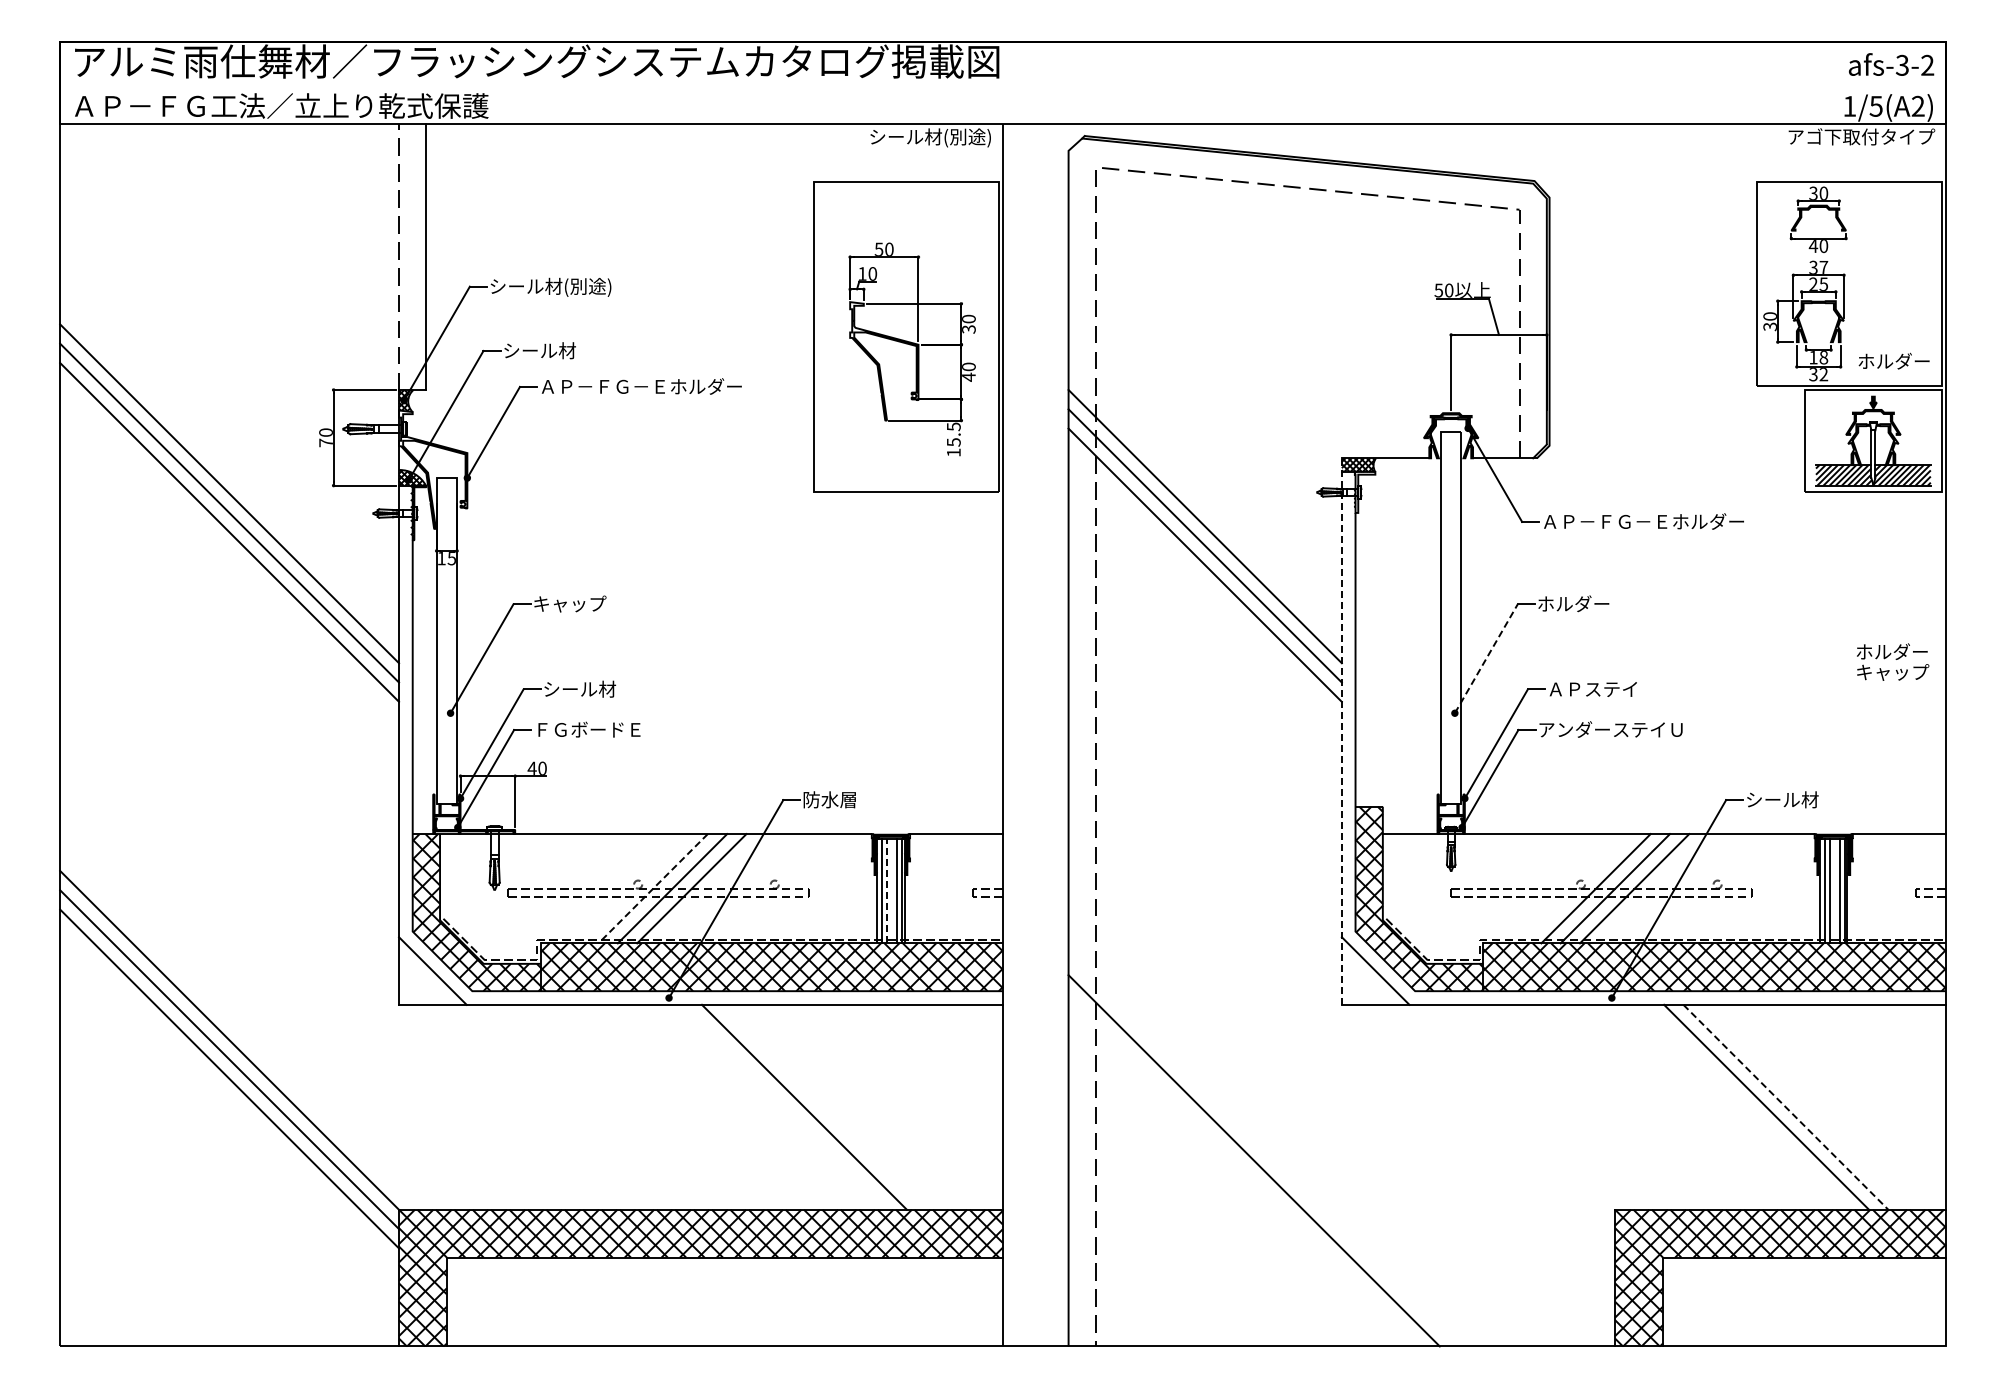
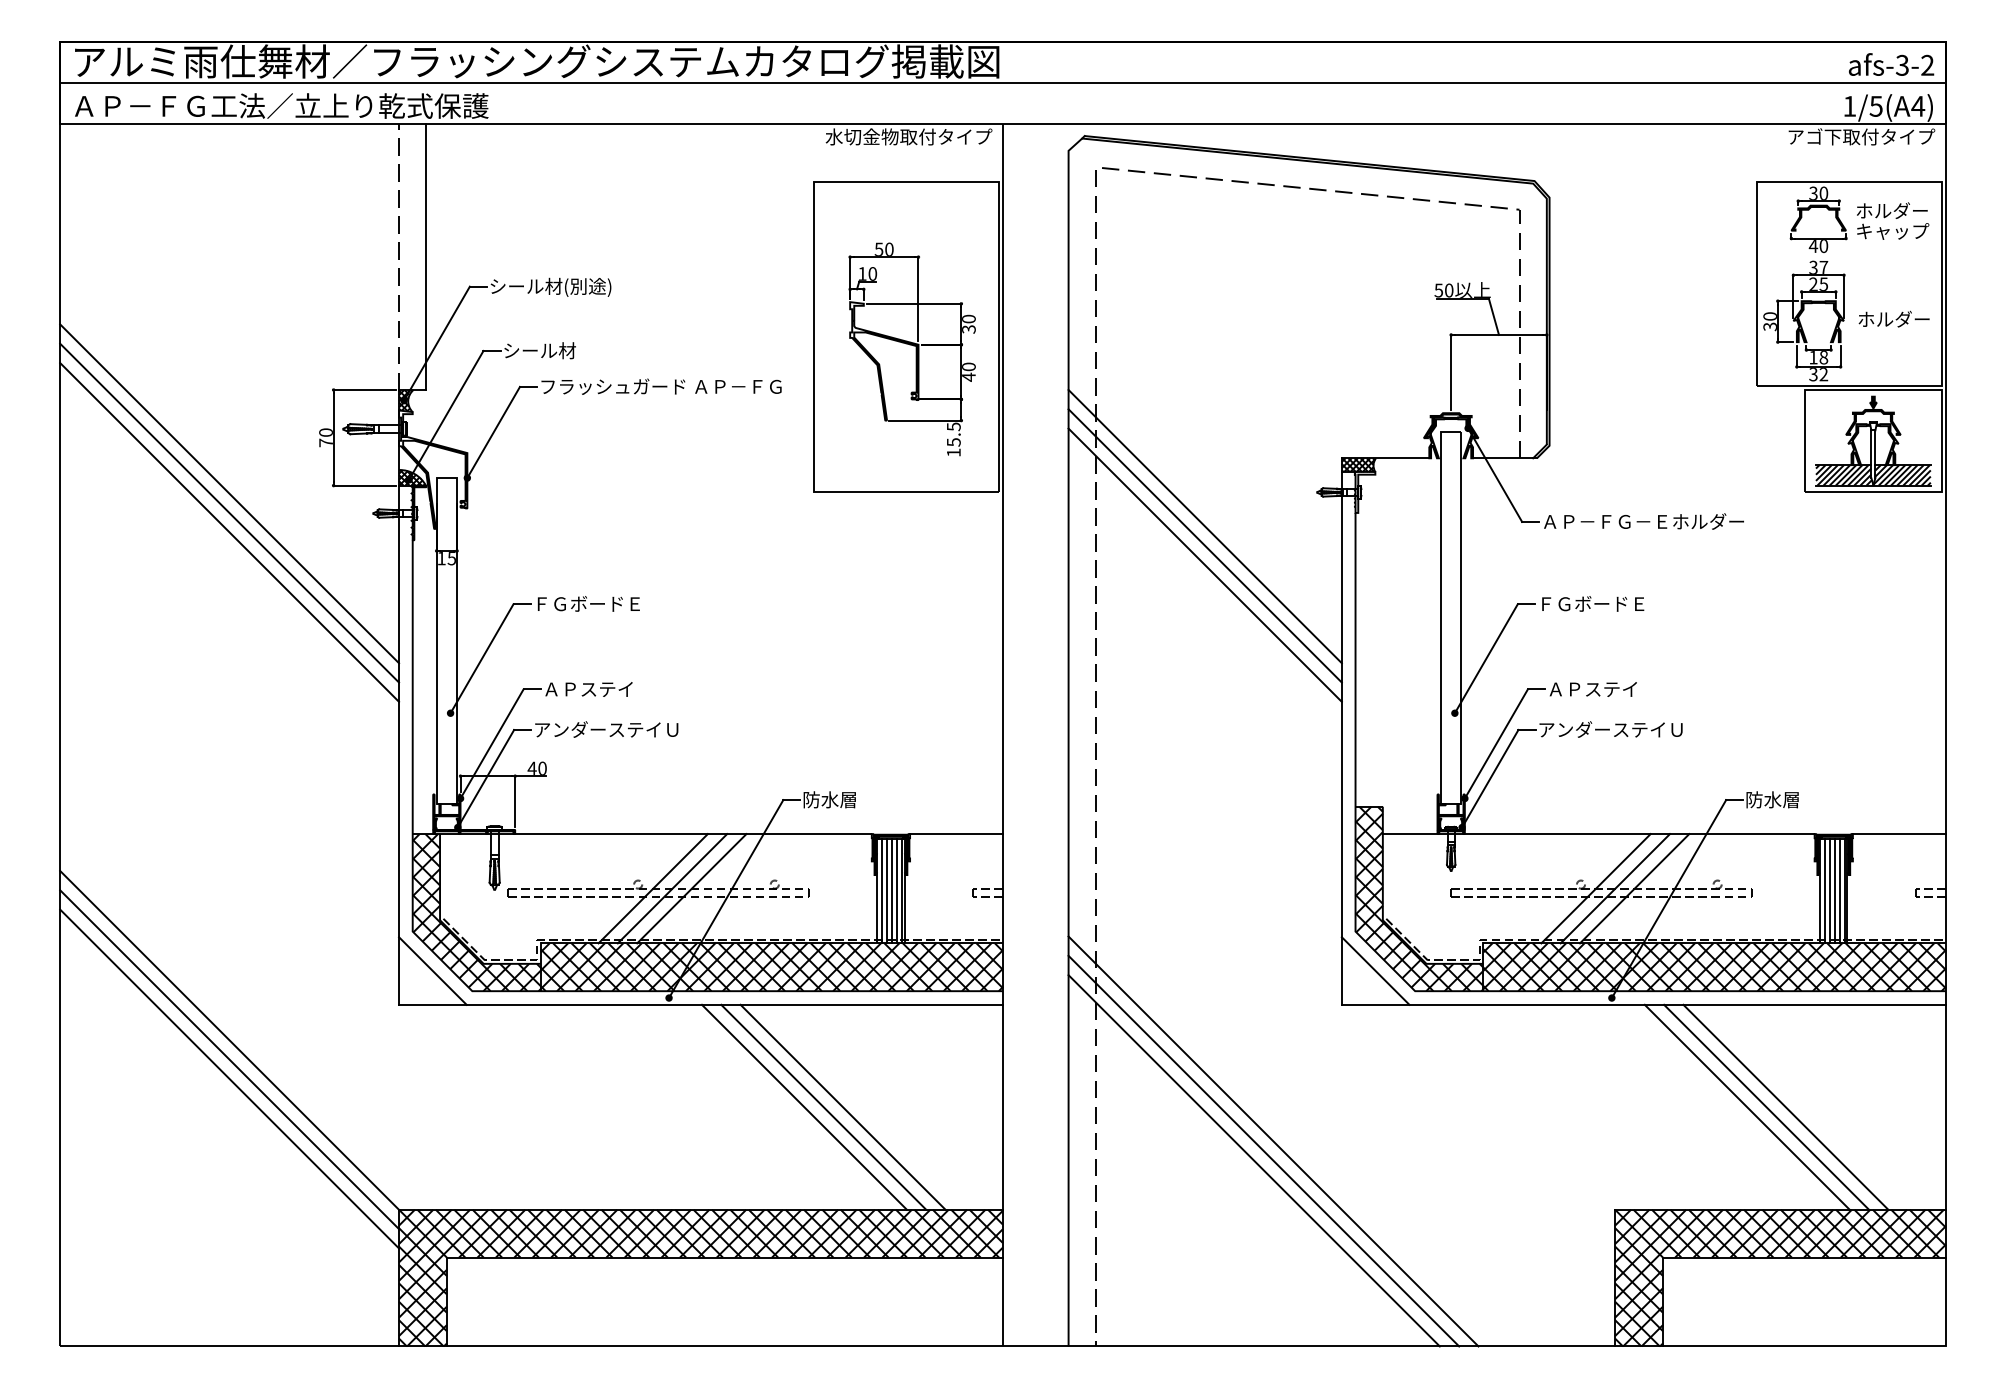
line at (1002, 82): none -> present
text at (1918, 105): 1/5(A2) -> 1/5(A4)
text at (908, 137): シール材(別途) -> 水切金物取付タイプ
text at (1893, 360) position: (1893, 360) -> (1893, 318)
text at (661, 386): ＡＰ－ＦＧ－Ｅホルダー -> フラッシュガード ＡＰ－ＦＧ
text at (586, 603): キャップ -> ＦＧボードＥ
text at (1591, 603): ホルダー -> ＦＧボードＥ
line at (1486, 658): dashed -> solid
text at (1893, 661) position: (1893, 661) -> (1893, 220)
text at (588, 688): シール材 -> ＡＰステイ
text at (606, 729): ＦＧボードＥ -> アンダーステイＵ
line at (1341, 731): dashed -> solid
text at (1782, 799): シール材 -> 防水層
line at (652, 889): dashed -> solid
line at (886, 890): dashed -> solid
line at (891, 890): none -> present
line at (1834, 890): none -> present
line at (823, 1106): none -> present
line at (842, 1106): none -> present
line at (1746, 1106): none -> present
line at (1785, 1107): dashed -> solid
line at (1273, 1141): none -> present
line at (1263, 1150): none -> present
